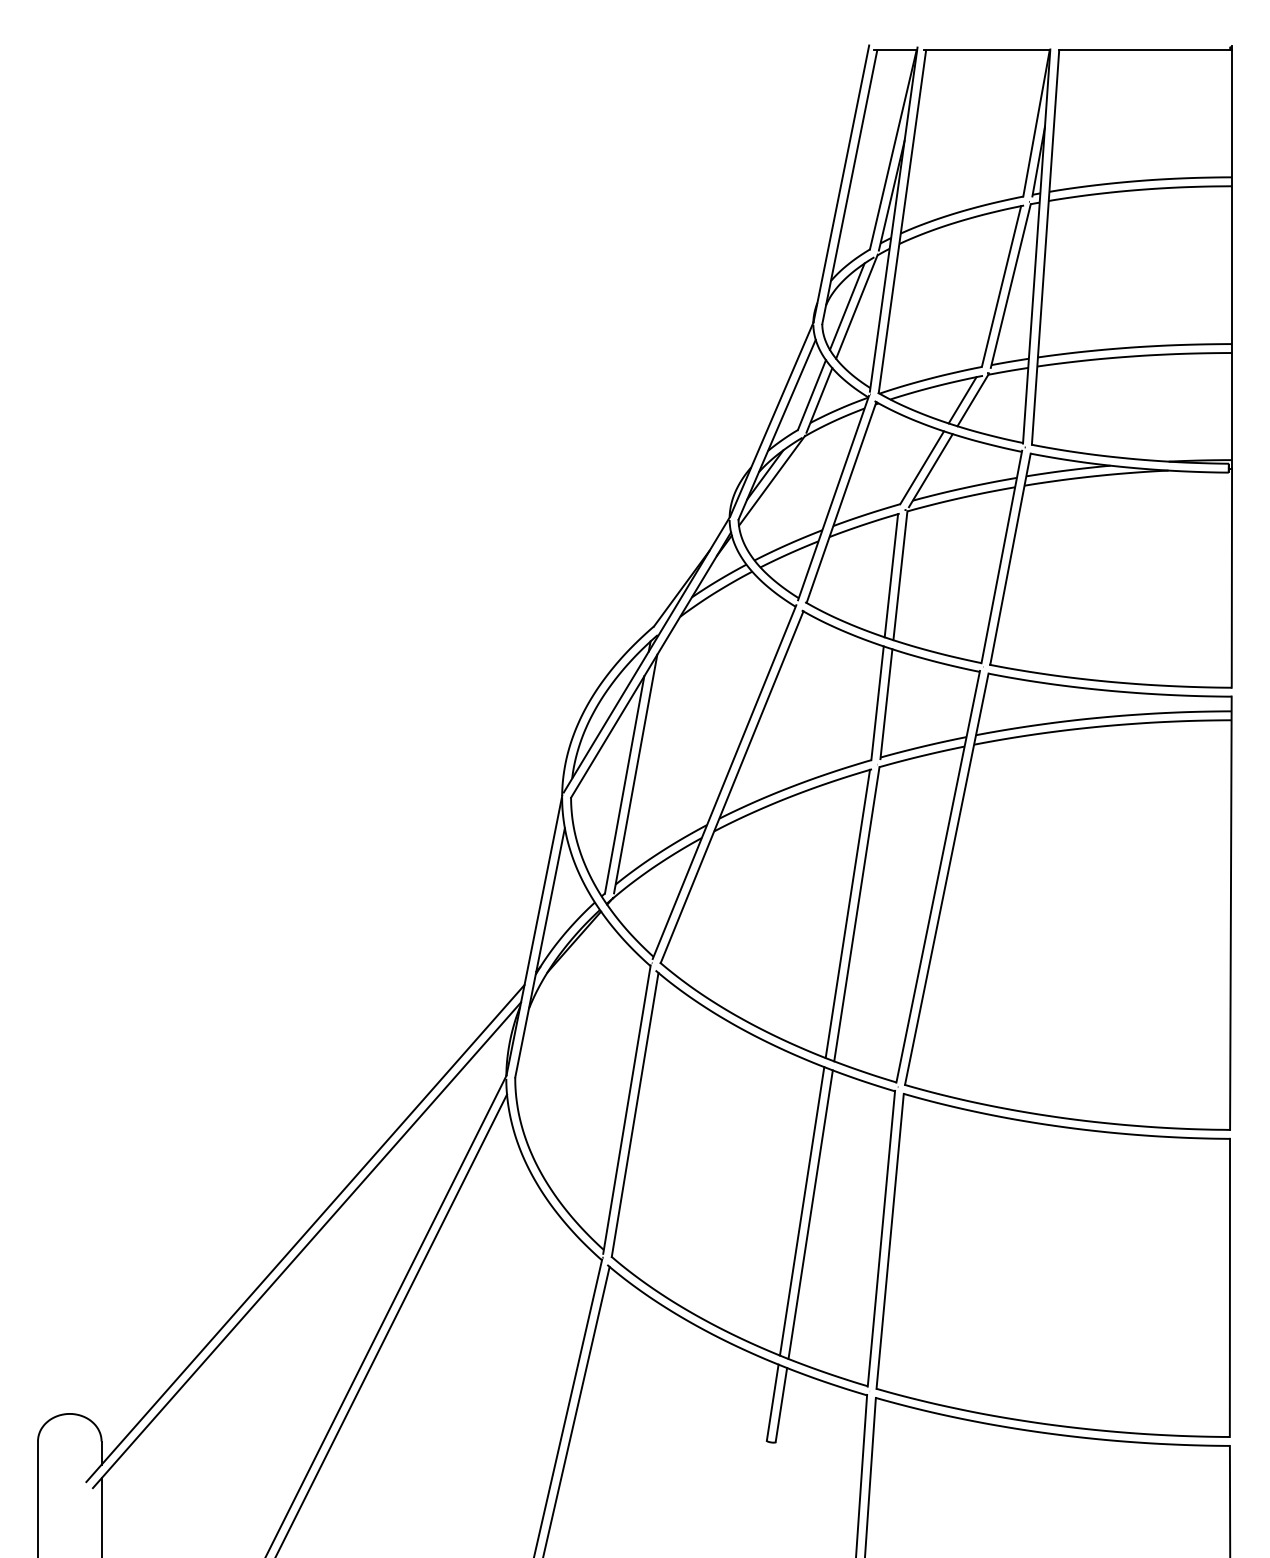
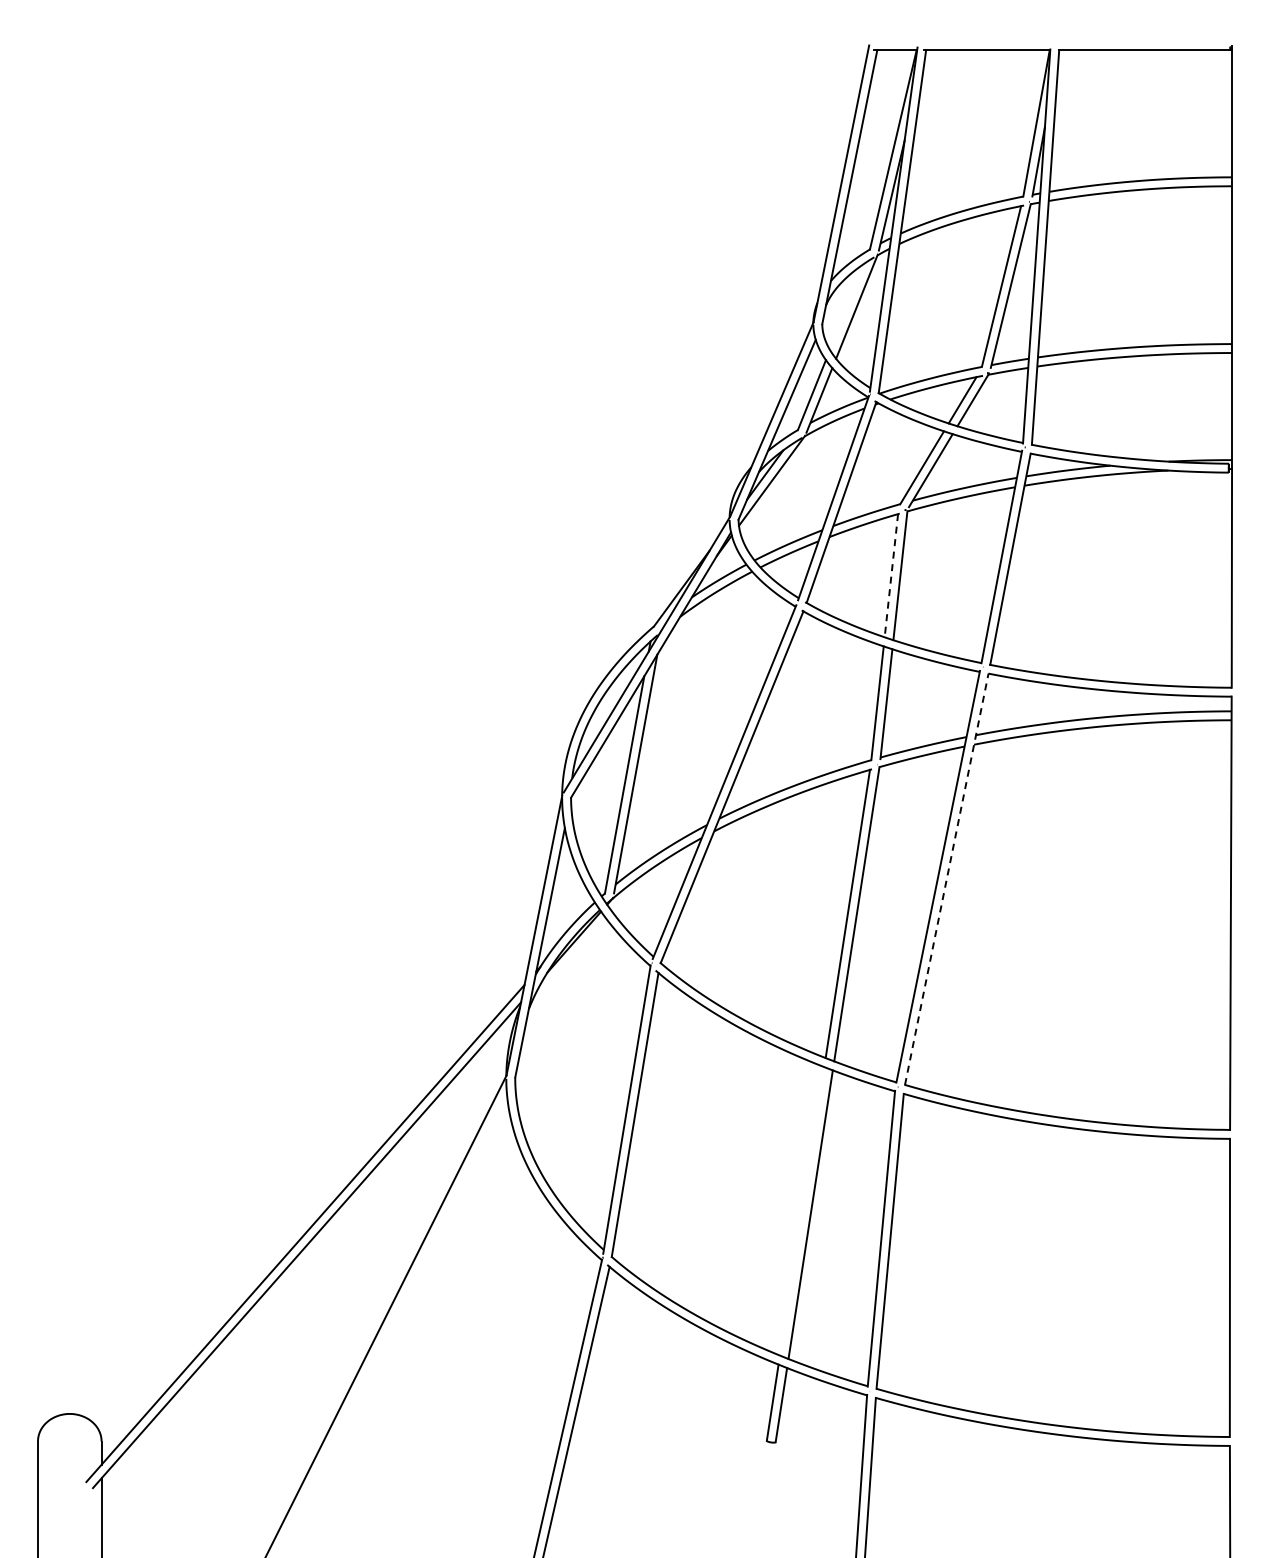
line at (846, 306): present -> none
line at (891, 575): solid -> dashed
line at (946, 879): solid -> dashed
line at (801, 1211): present -> none
line at (391, 1324): present -> none
